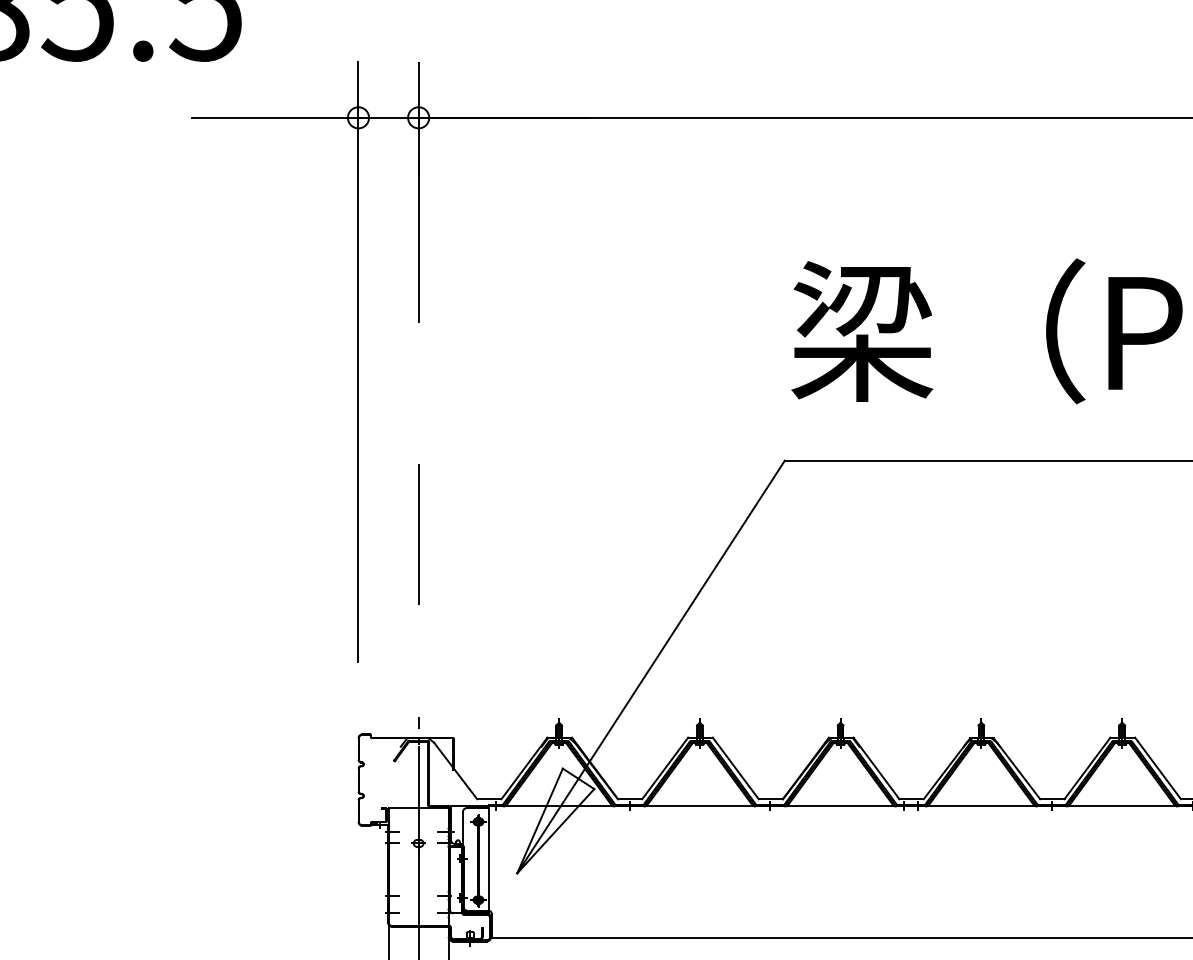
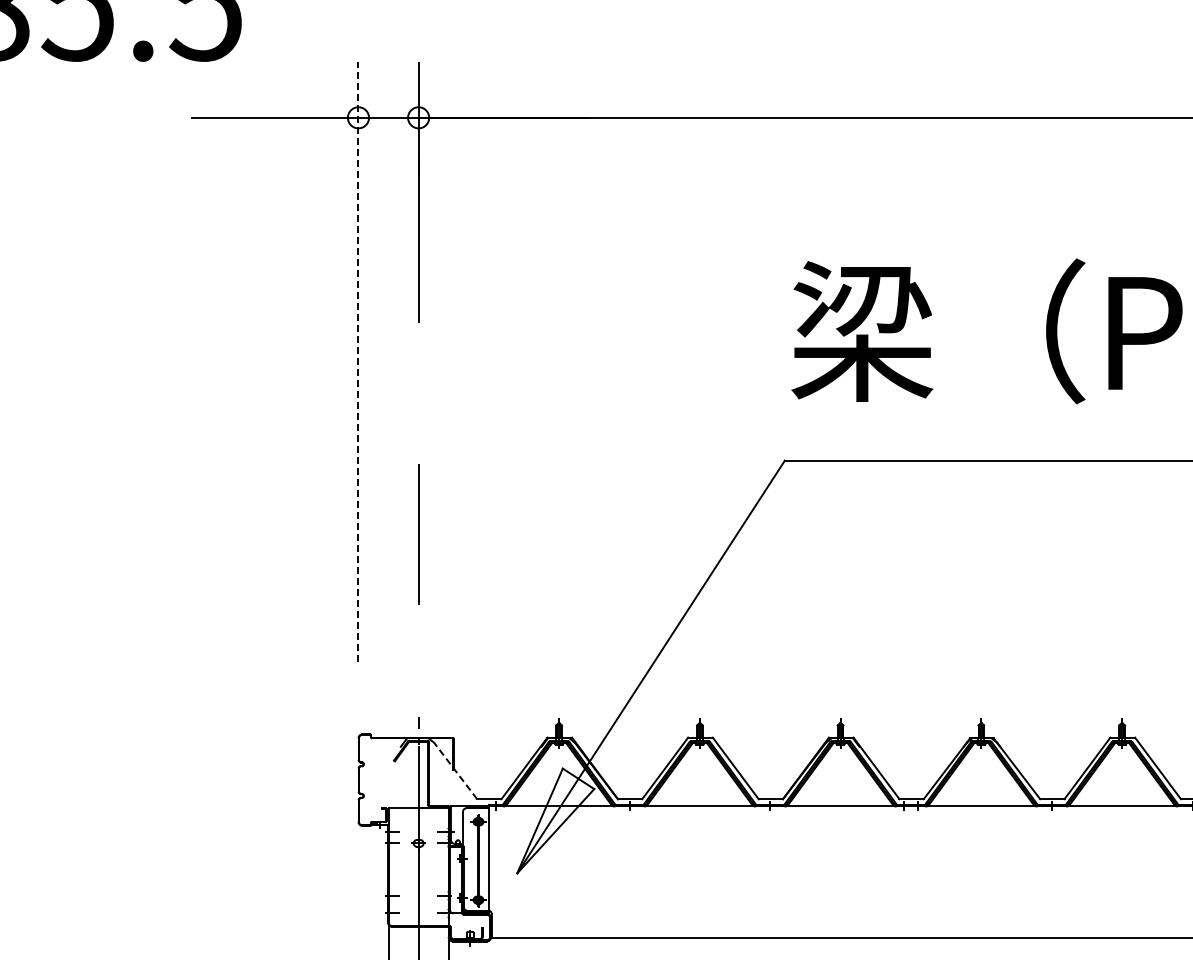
line at (358, 361): solid -> dashed
line at (455, 770): solid -> dashed
